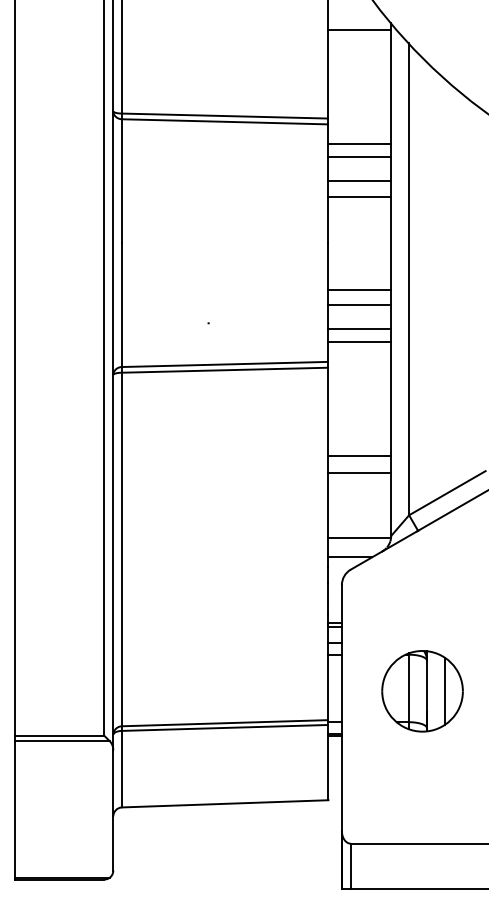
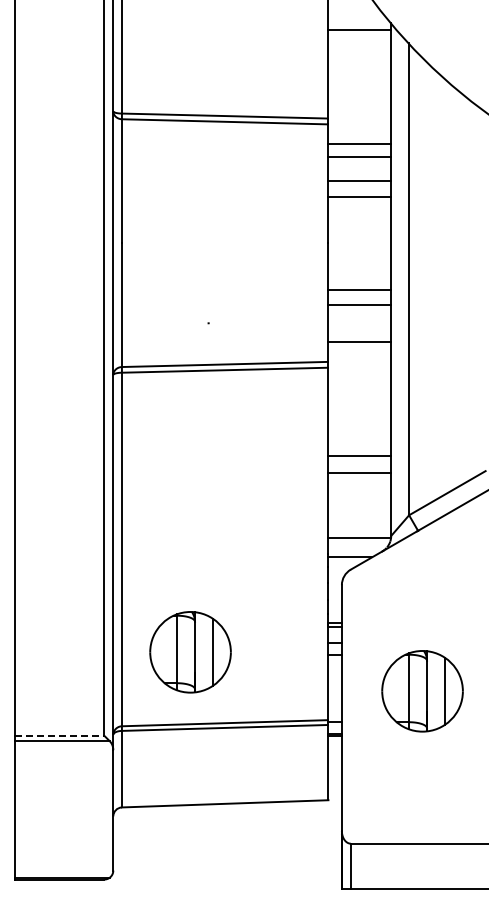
line at (359, 329): present -> none
part at (190, 652): none -> present
line at (59, 735): solid -> dashed
